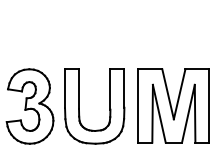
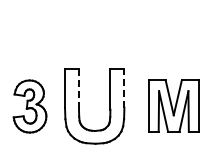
line at (124, 88): solid -> dashed
line at (79, 89): solid -> dashed
part at (173, 105) size: 73x76 px -> 52x54 px
part at (29, 106) size: 50x77 px -> 36x55 px
